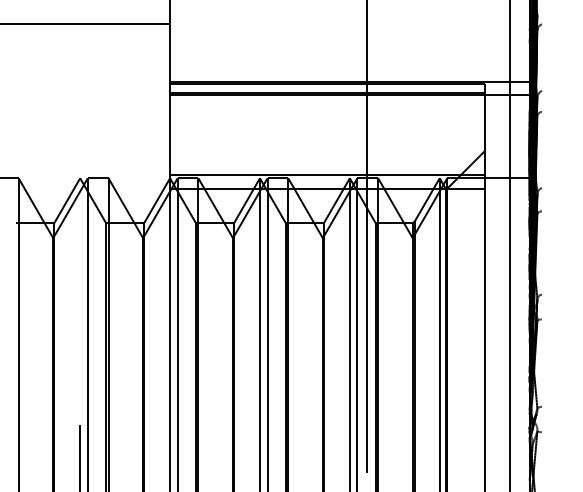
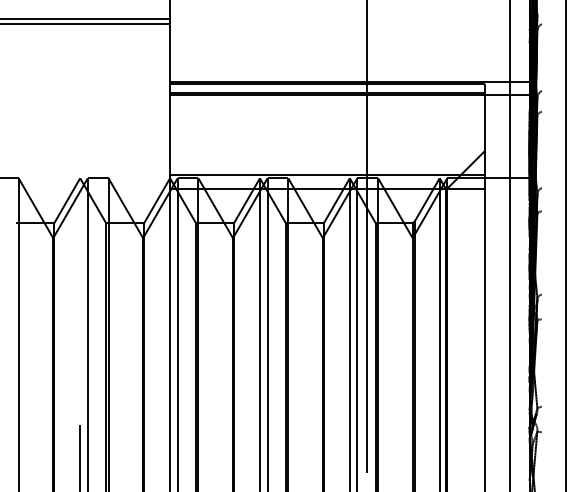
line at (86, 18): none -> present
line at (565, 245): none -> present
